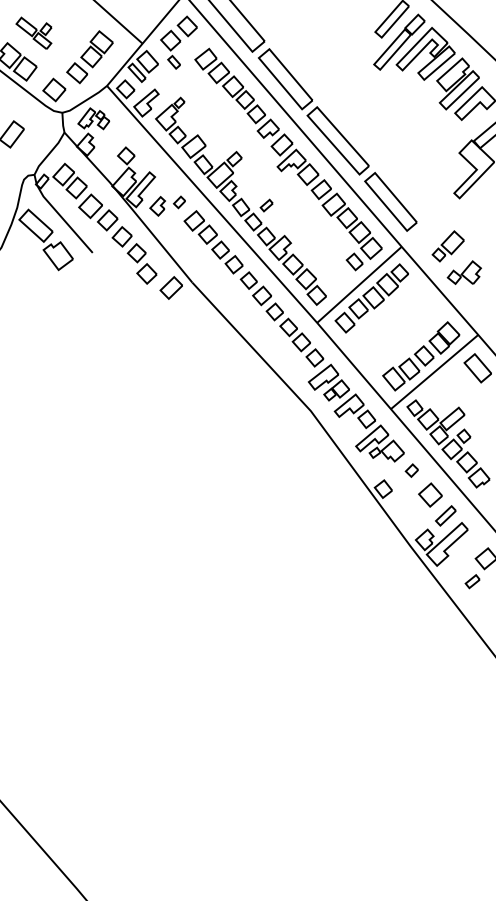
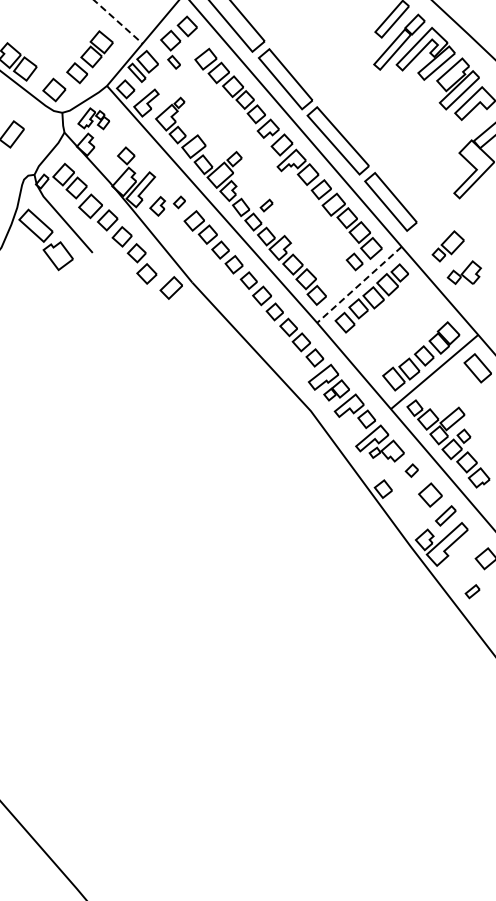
line at (118, 21): solid -> dashed
part at (33, 32): present -> none
line at (359, 284): solid -> dashed
part at (472, 581) position: (472, 581) -> (472, 591)
